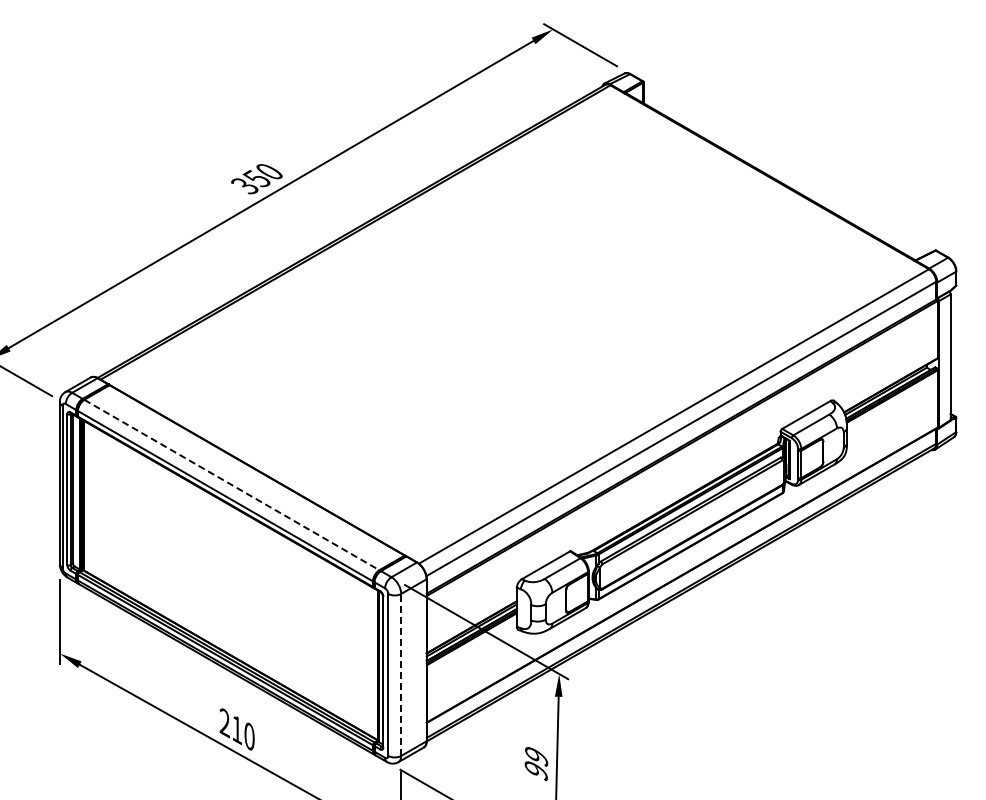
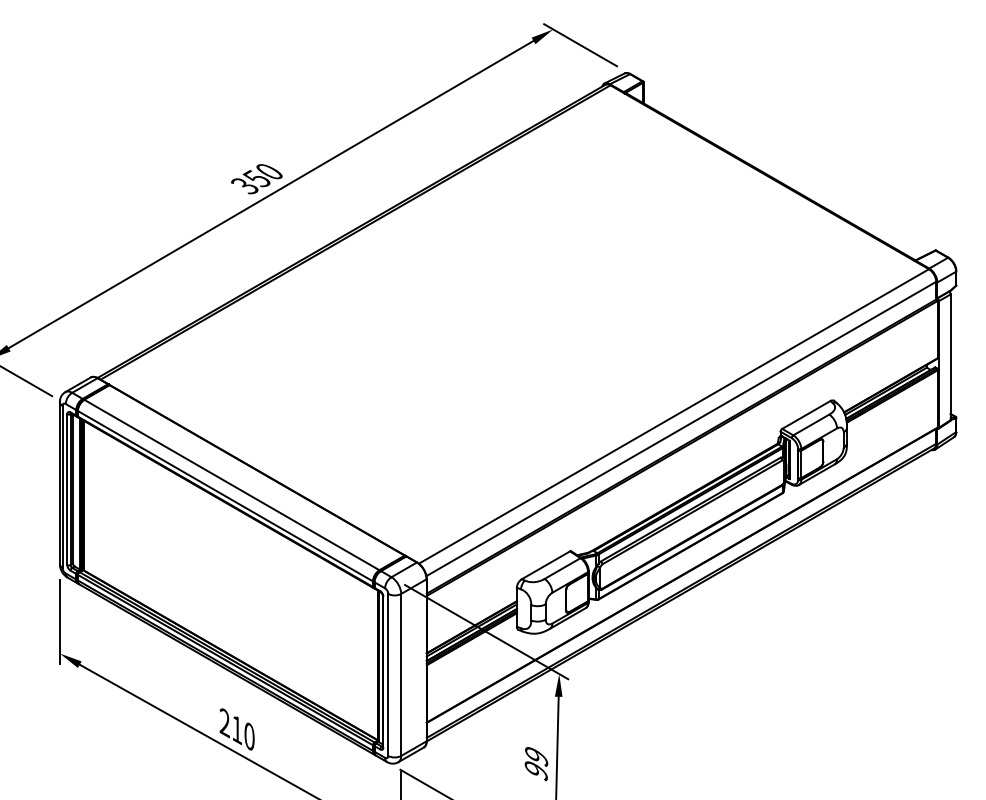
line at (232, 485): dashed -> solid
line at (401, 674): dashed -> solid
